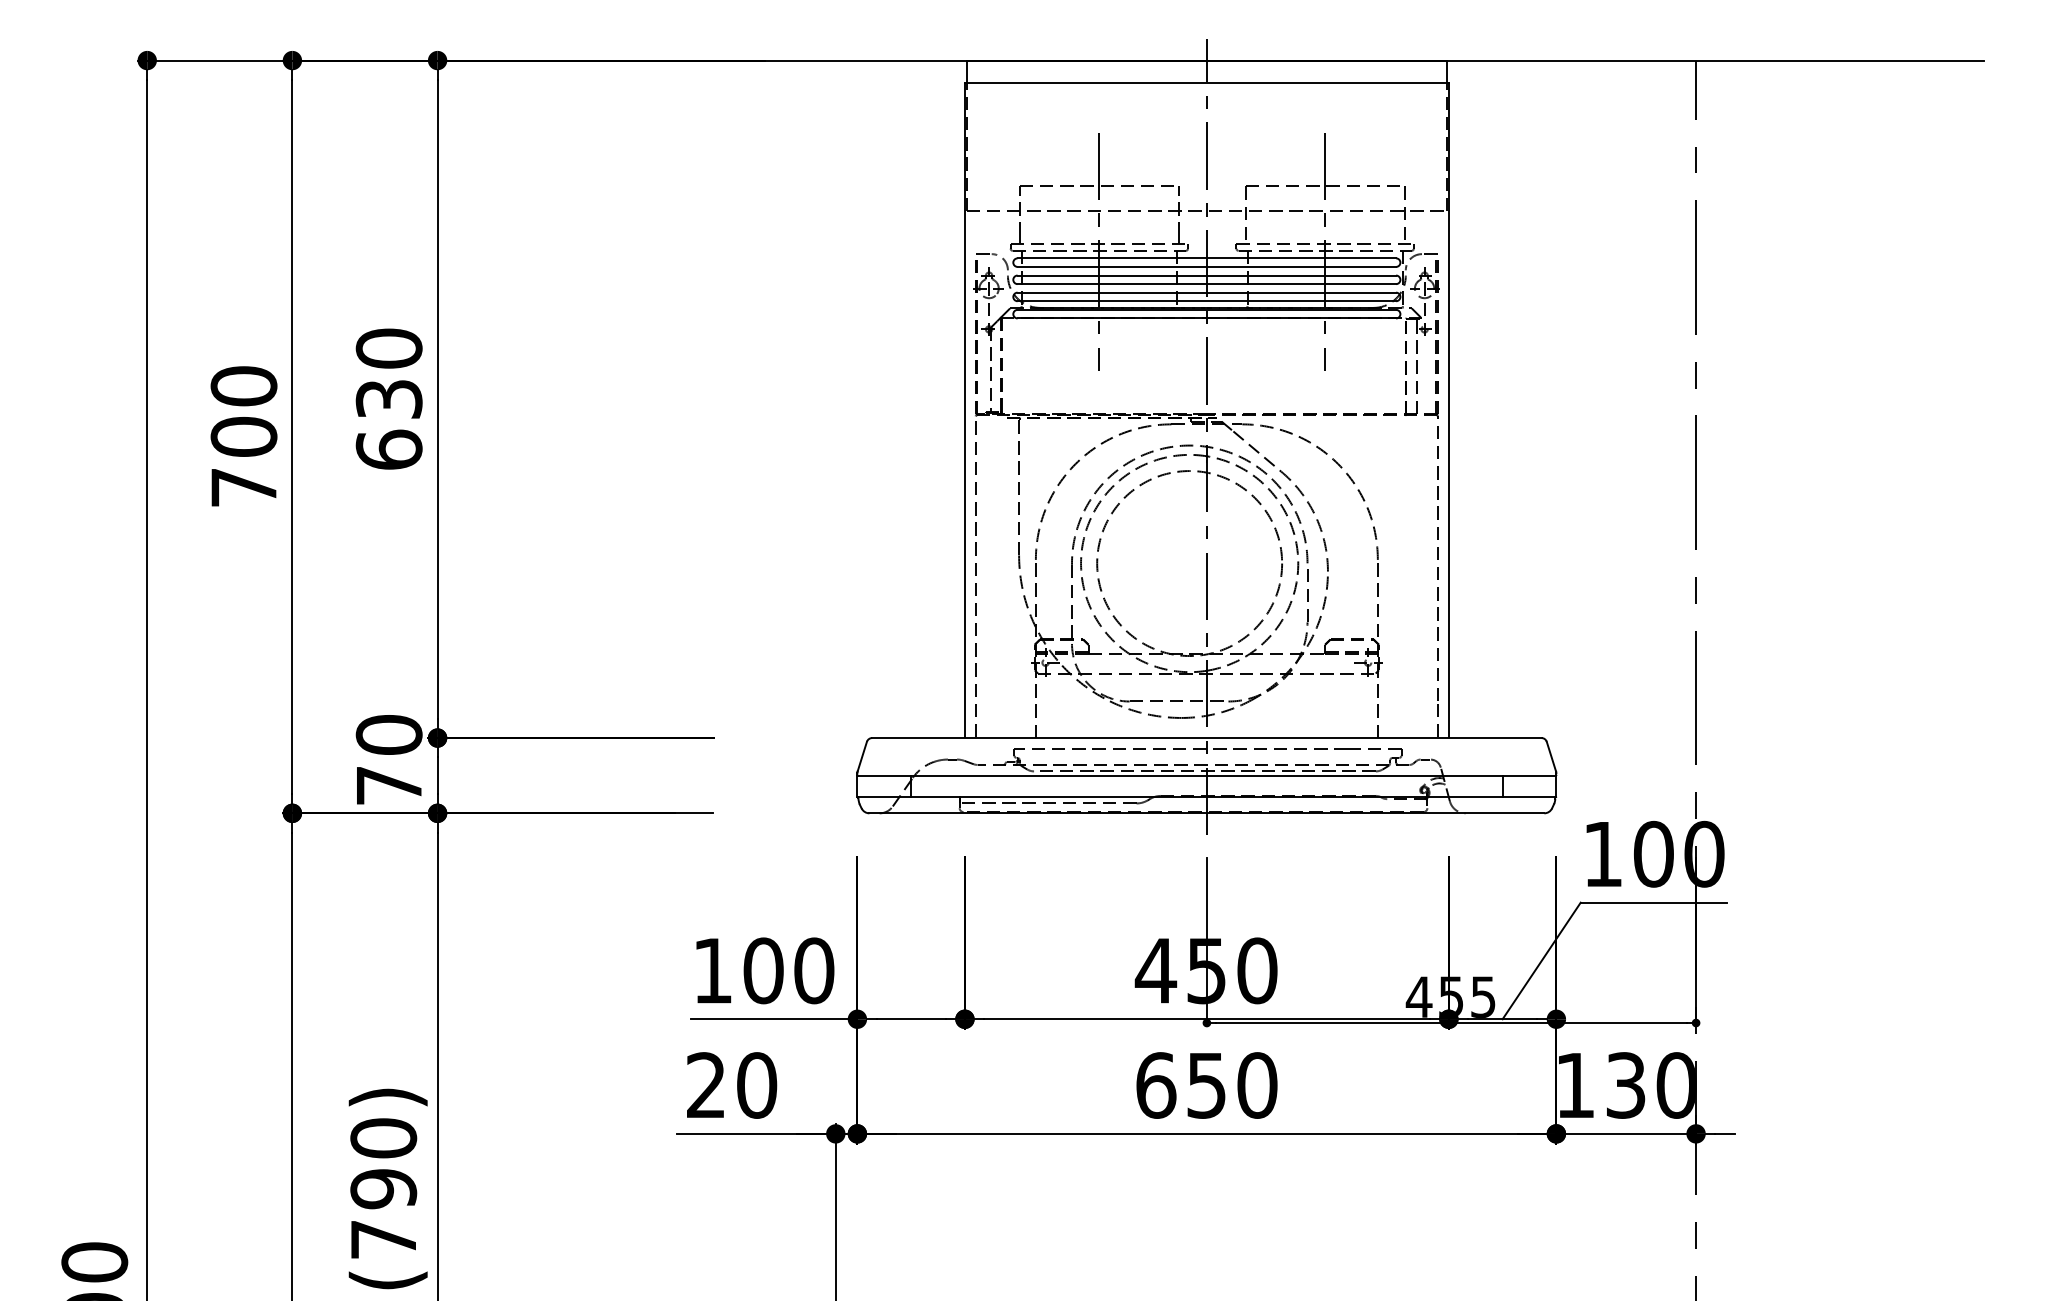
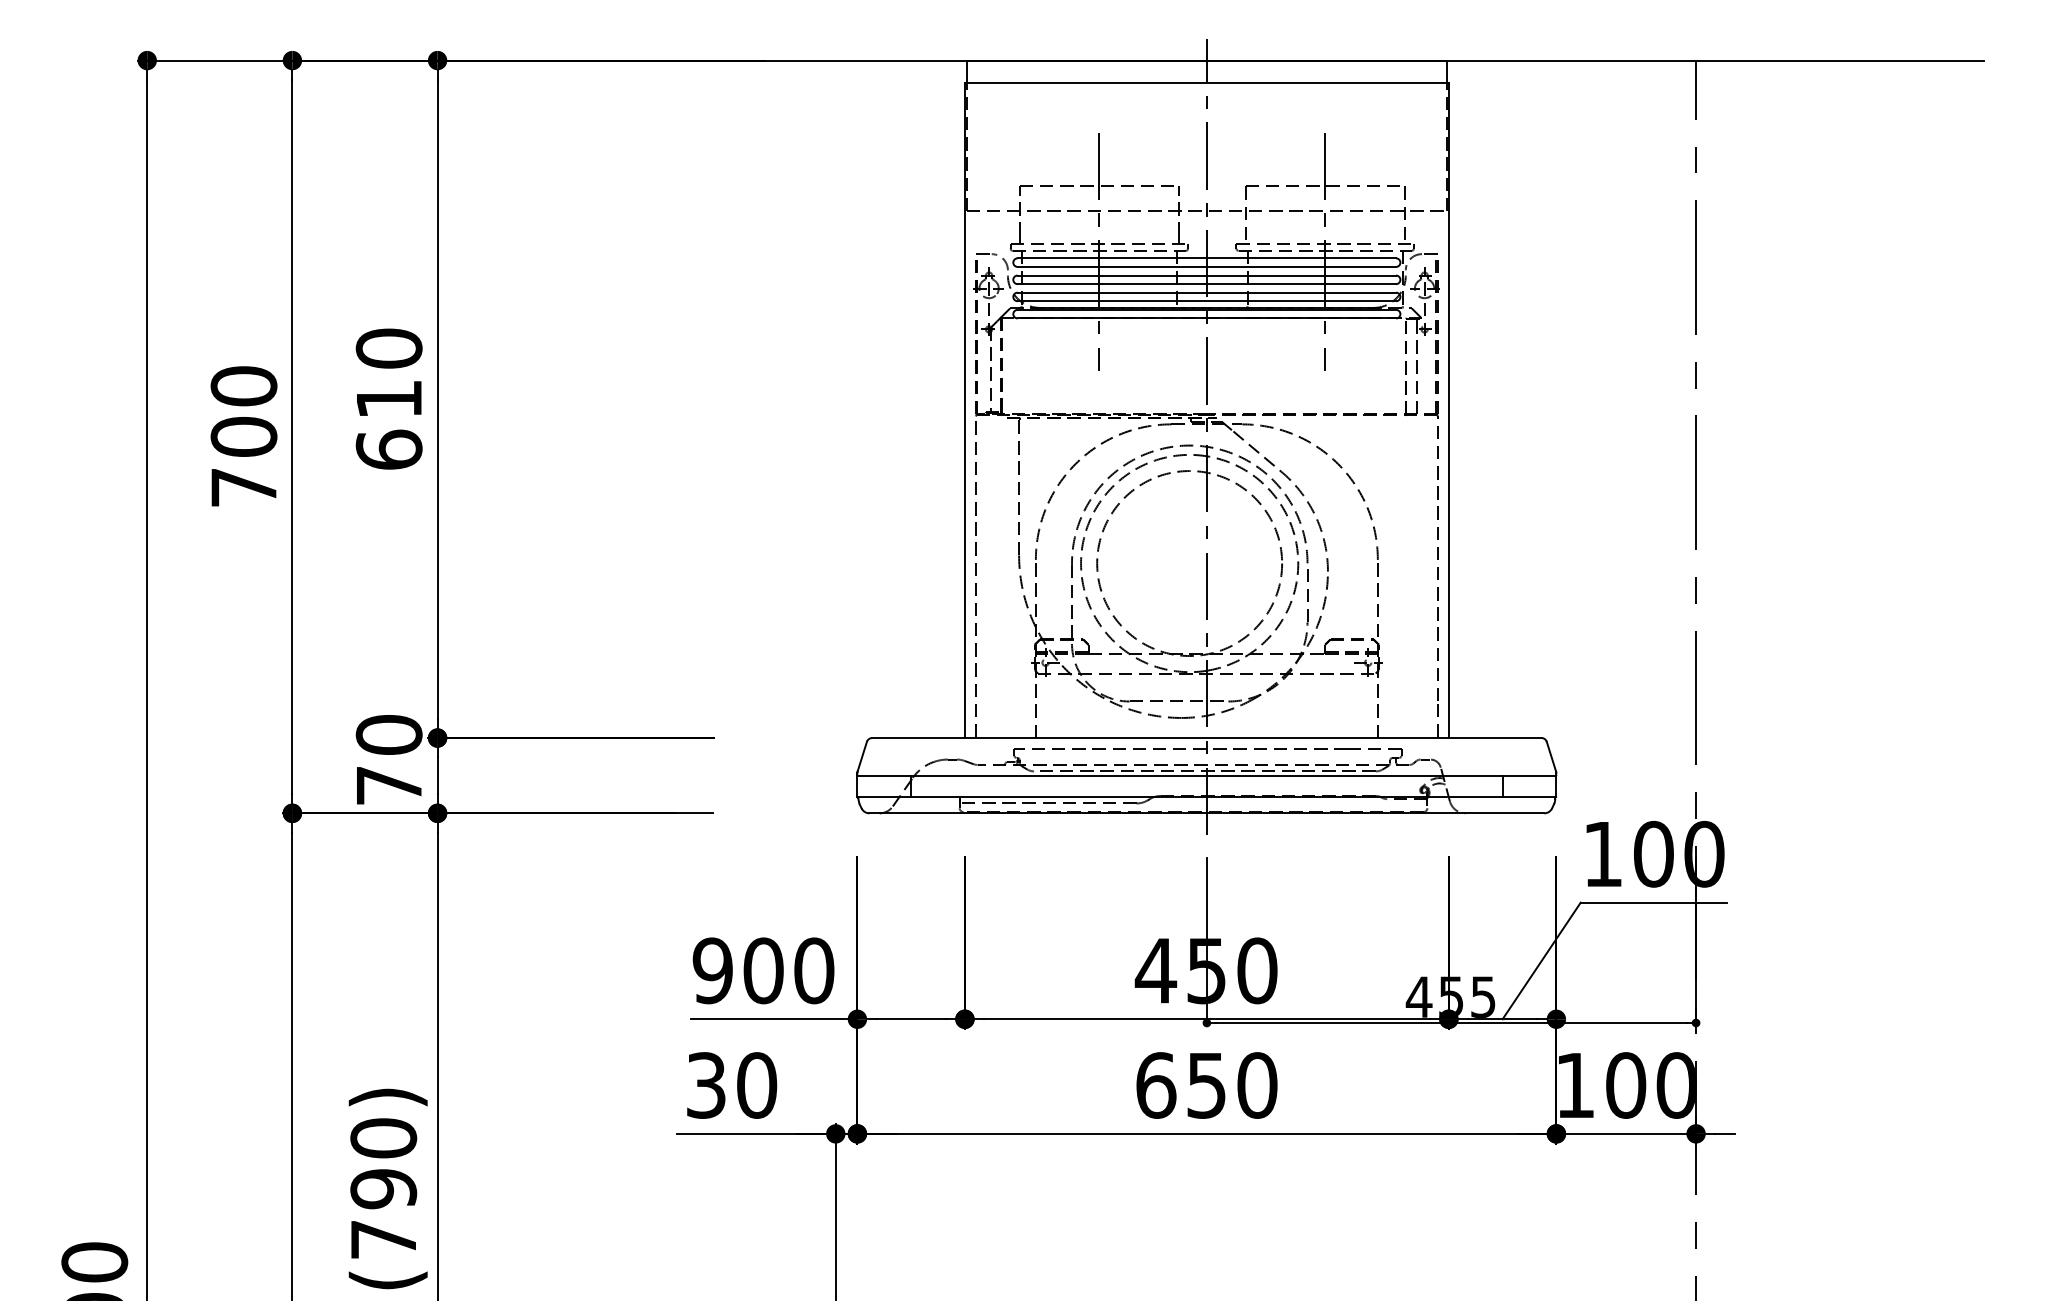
text at (388, 399): 630 -> 610
text at (712, 970): 100 -> 900
text at (706, 1085): 20 -> 30
text at (1626, 1085): 130 -> 100
